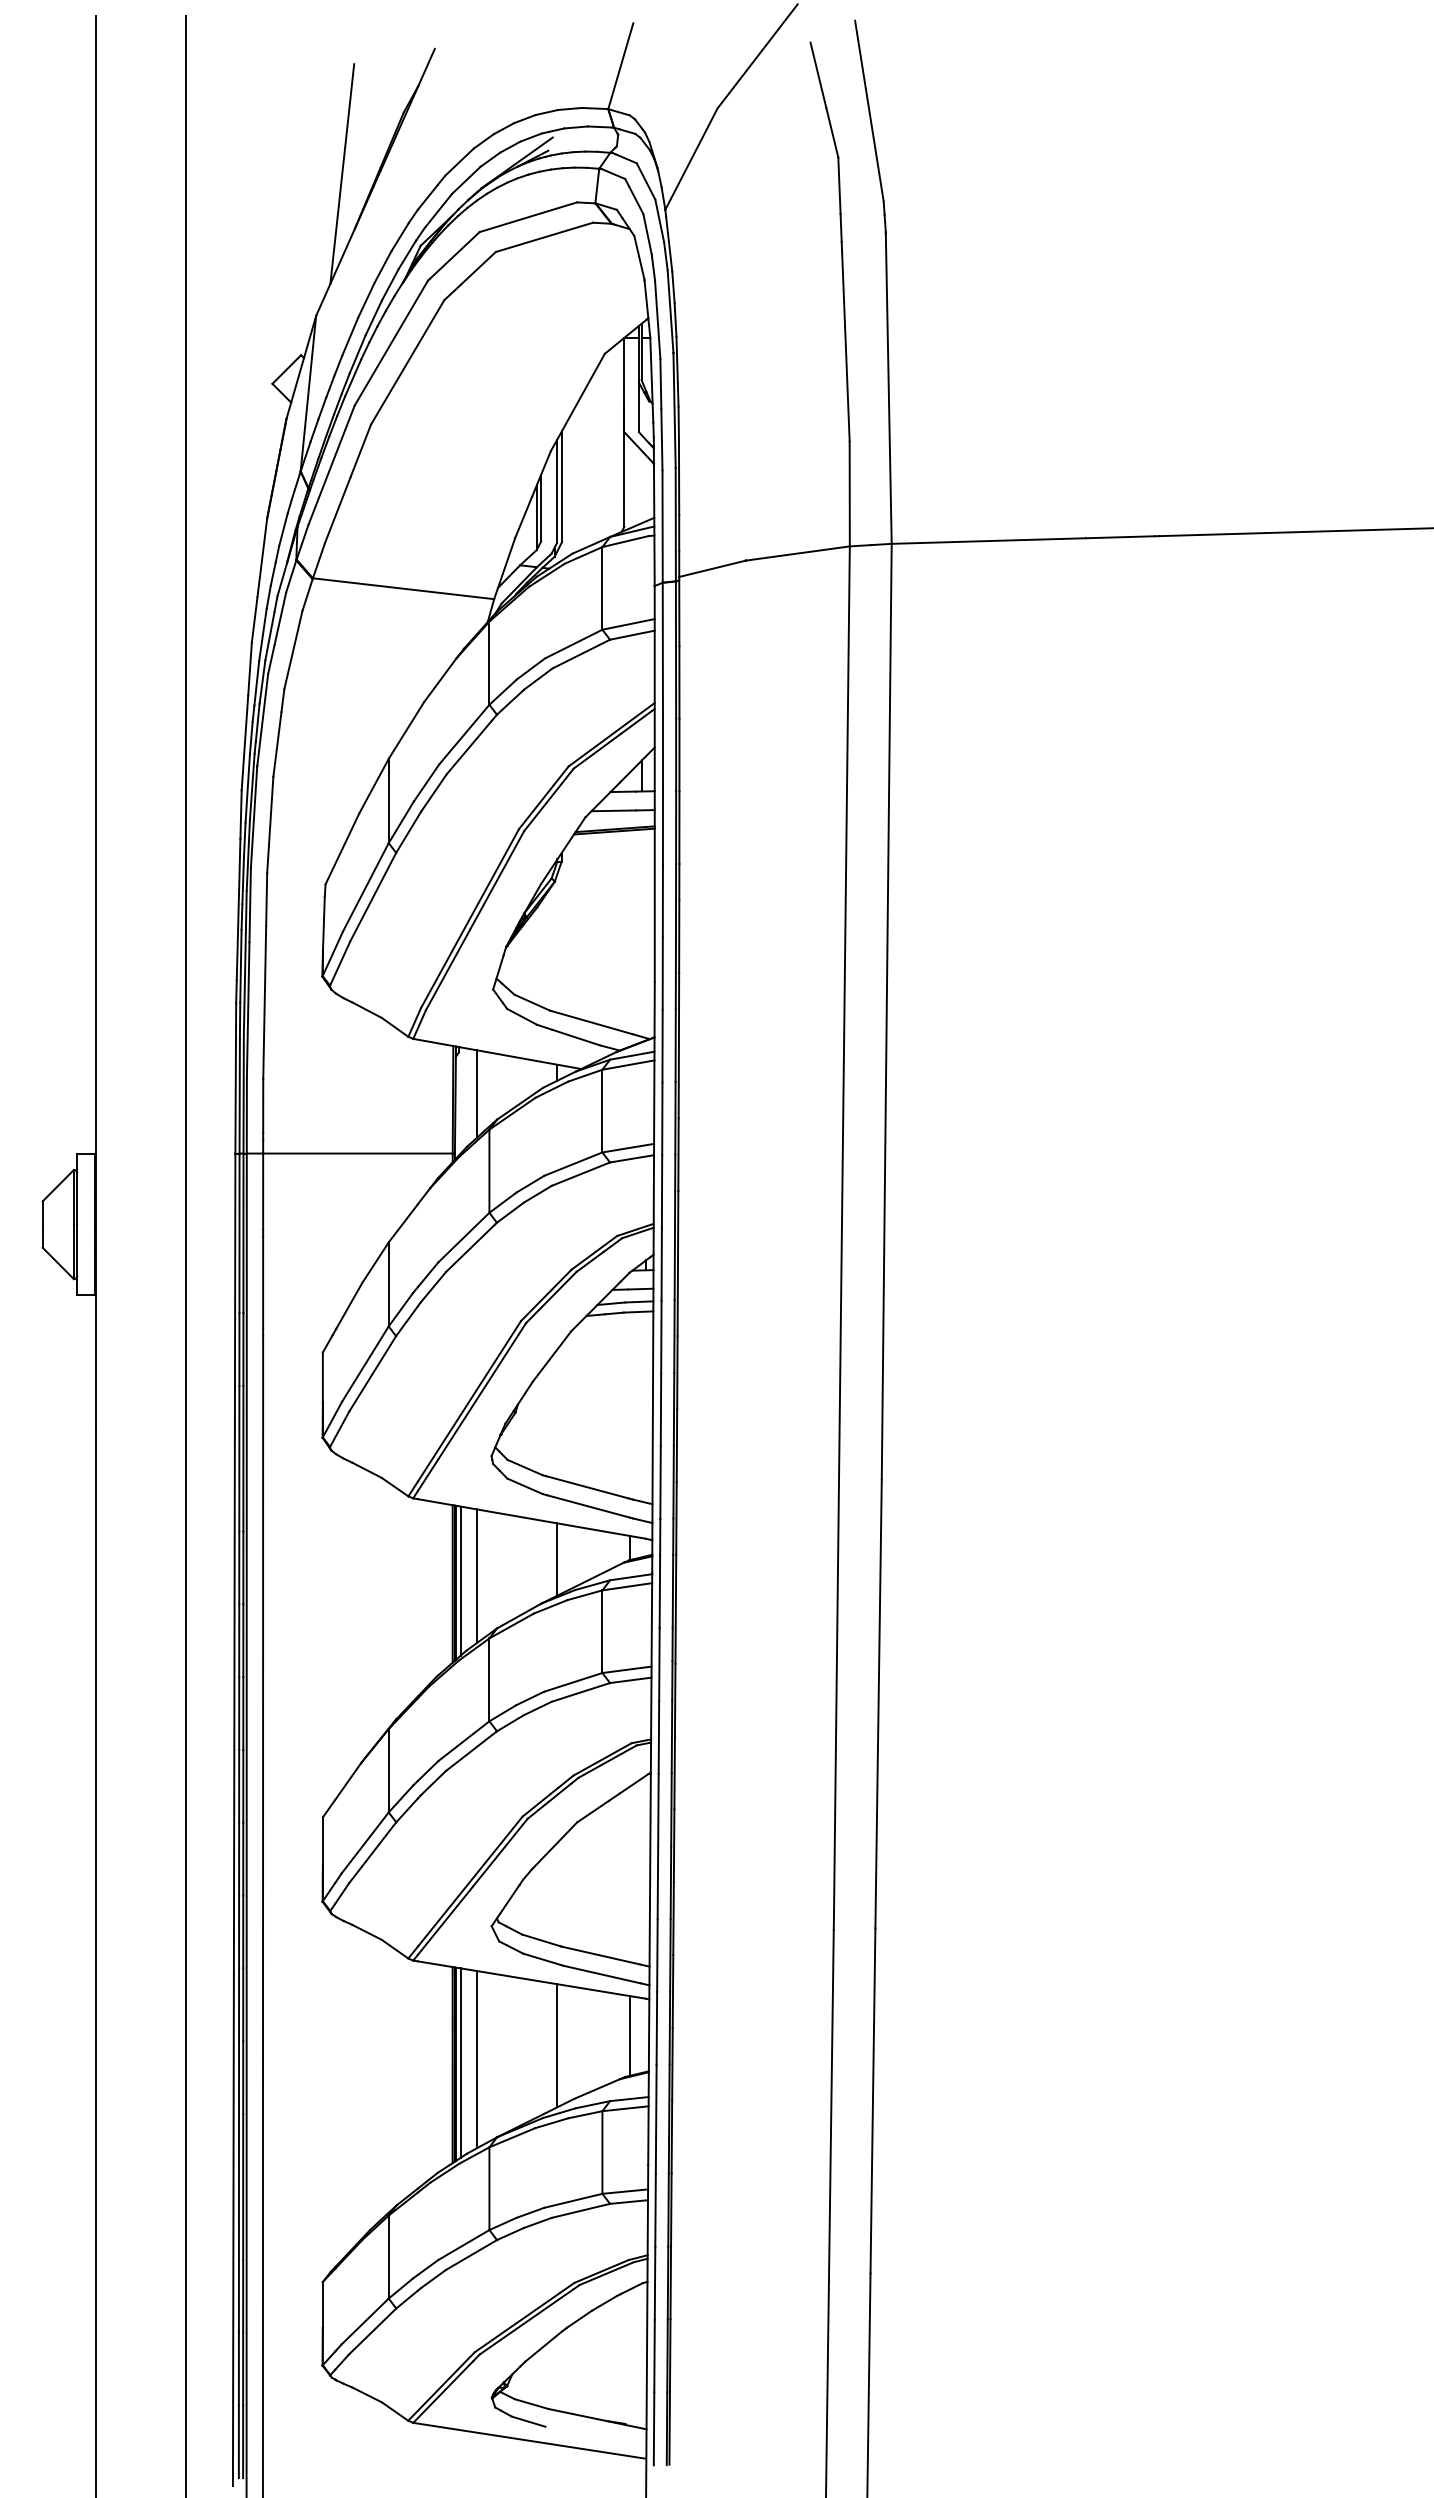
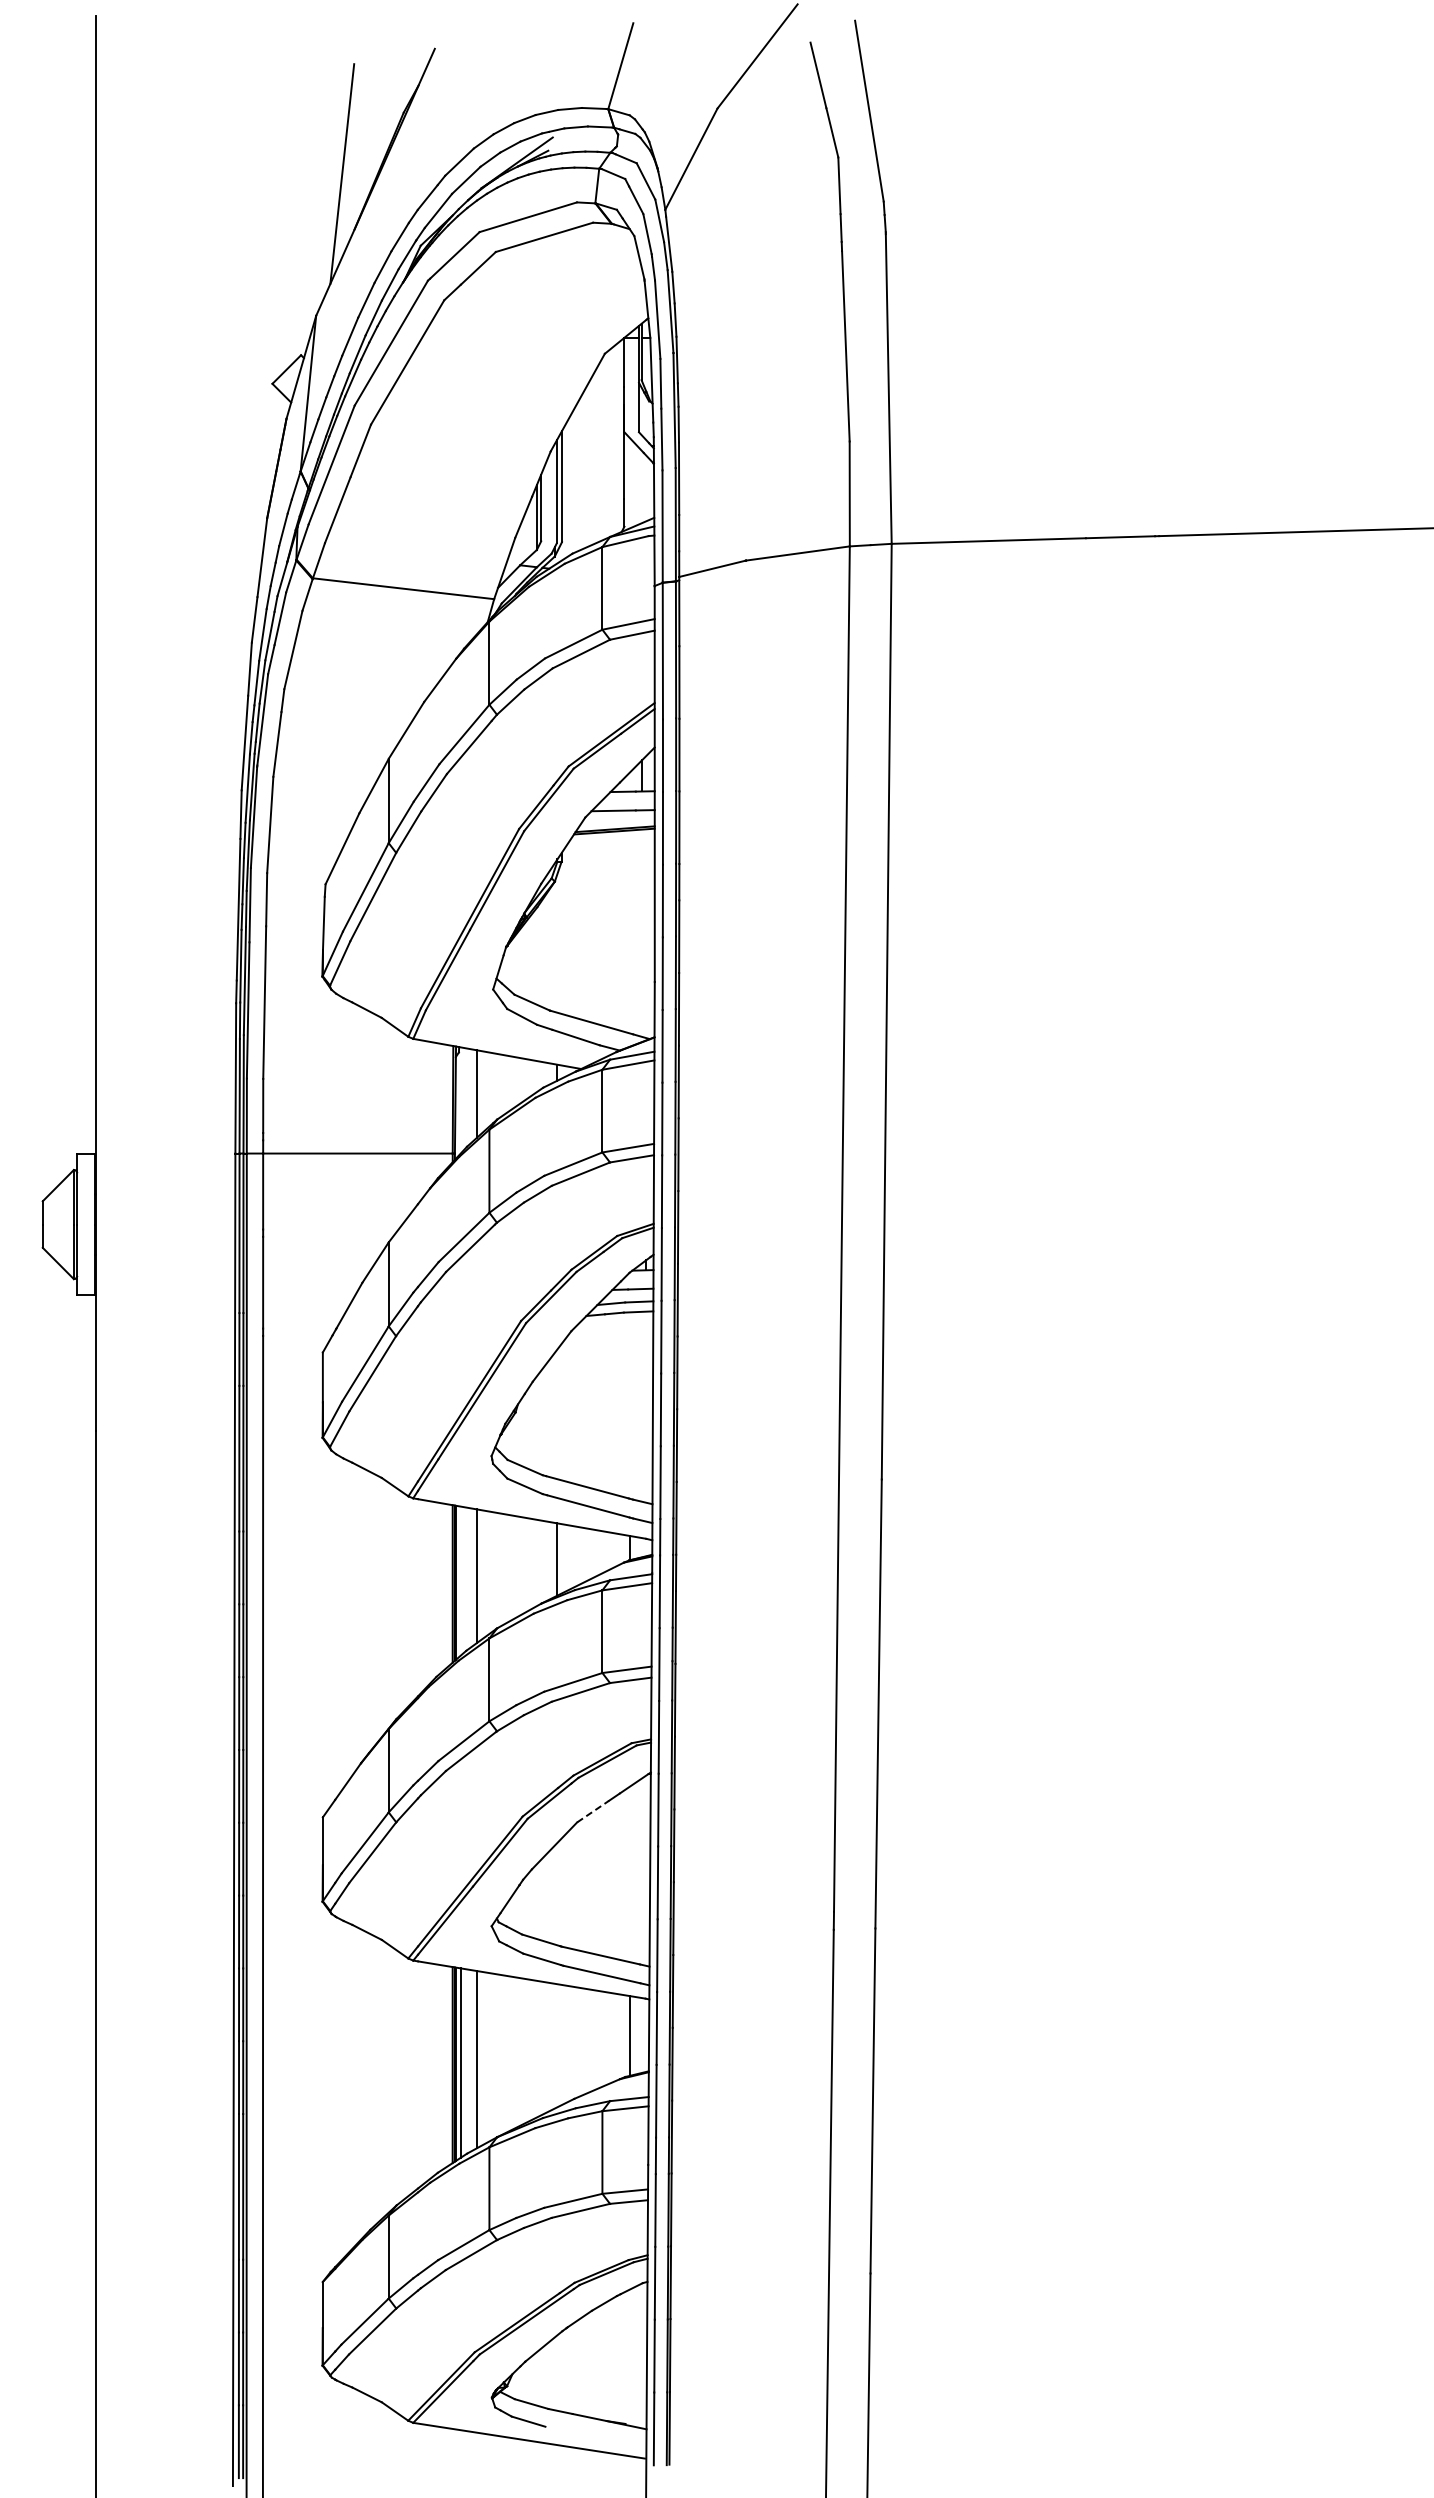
line at (186, 1255): present -> none
line at (460, 1580): present -> none
line at (593, 1811): solid -> dashed
line at (557, 2045): present -> none
